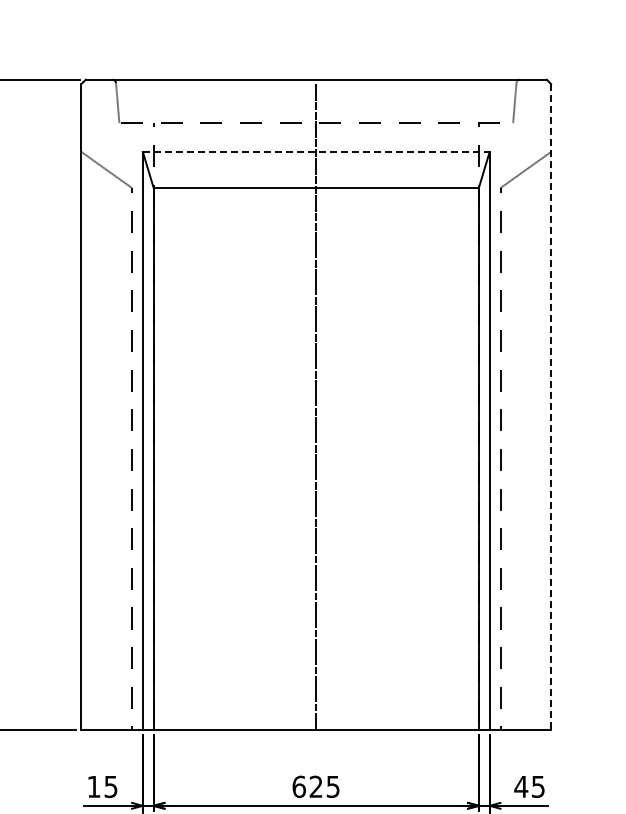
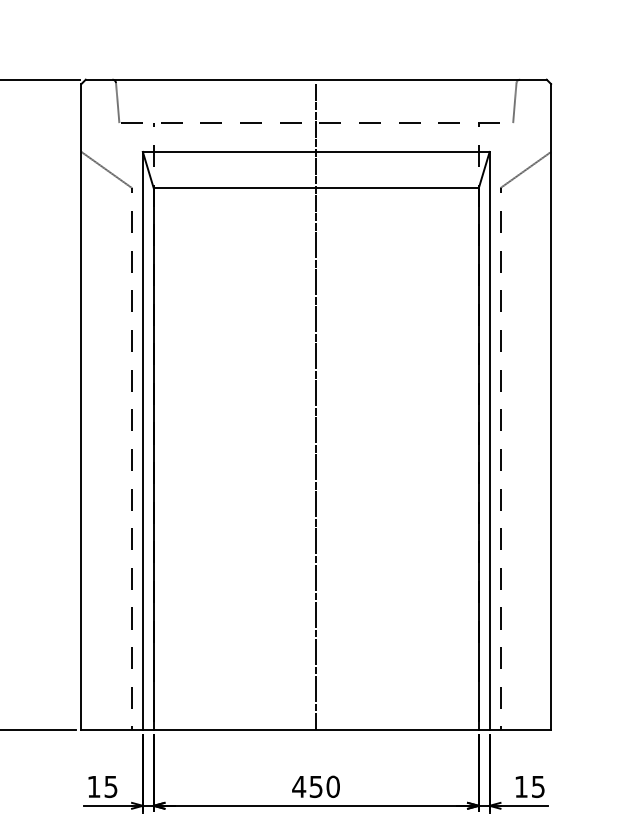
line at (316, 151): dashed -> solid
line at (551, 407): dashed -> solid
text at (315, 786): 625 -> 450
text at (521, 786): 45 -> 15
